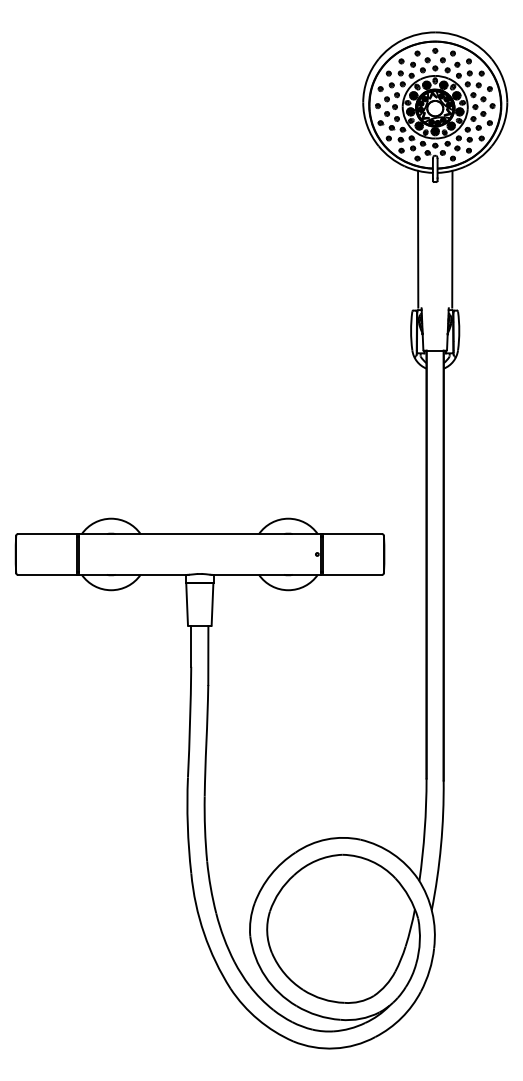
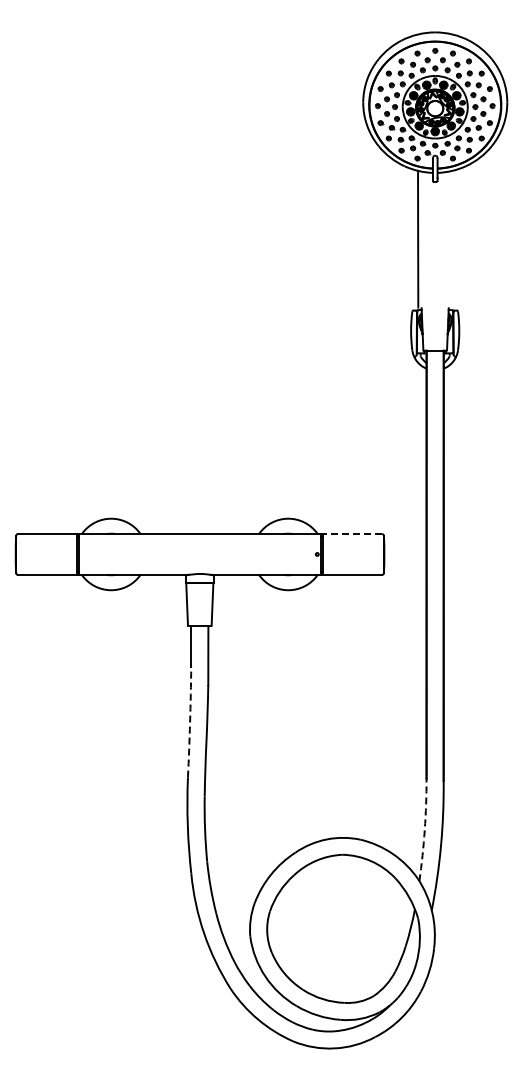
line at (452, 238): present -> none
line at (352, 534): solid -> dashed
arc at (190, 722): solid -> dashed
arc at (424, 829): solid -> dashed
